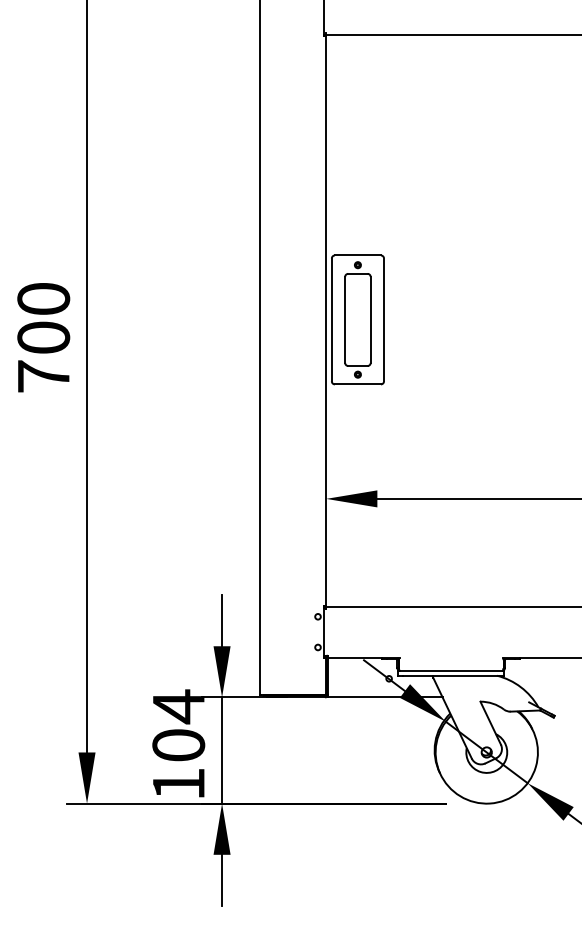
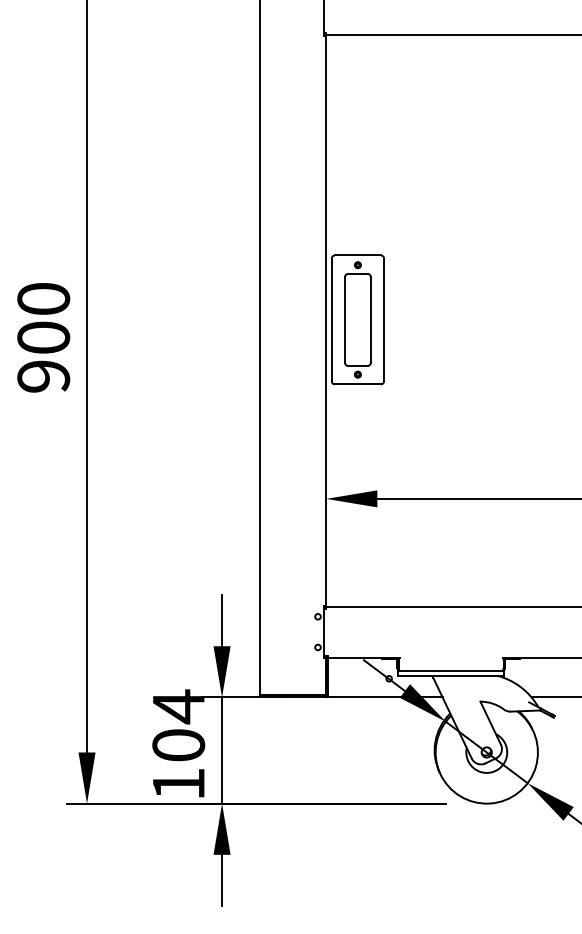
text at (43, 376): 700 -> 900
line at (554, 697): none -> present
